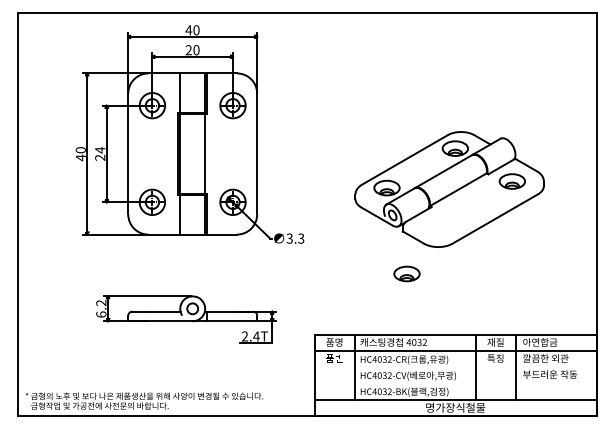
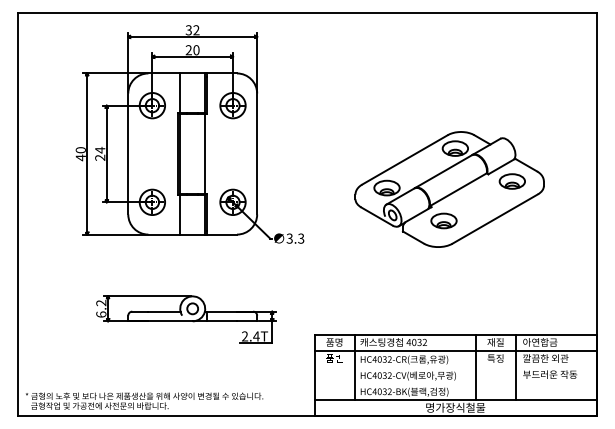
text at (192, 30): 40 -> 32
part at (406, 273) position: (406, 273) -> (443, 220)
